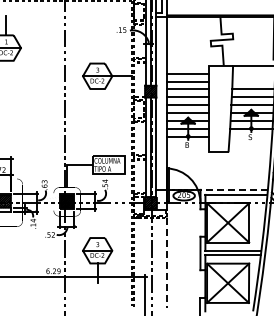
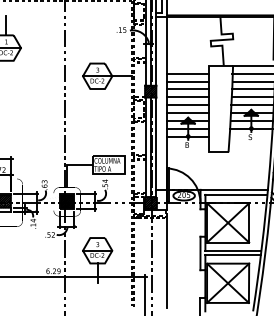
line at (251, 73): none -> present
line at (251, 81): none -> present
line at (234, 189): dashed -> solid
line at (166, 262): dashed -> solid
